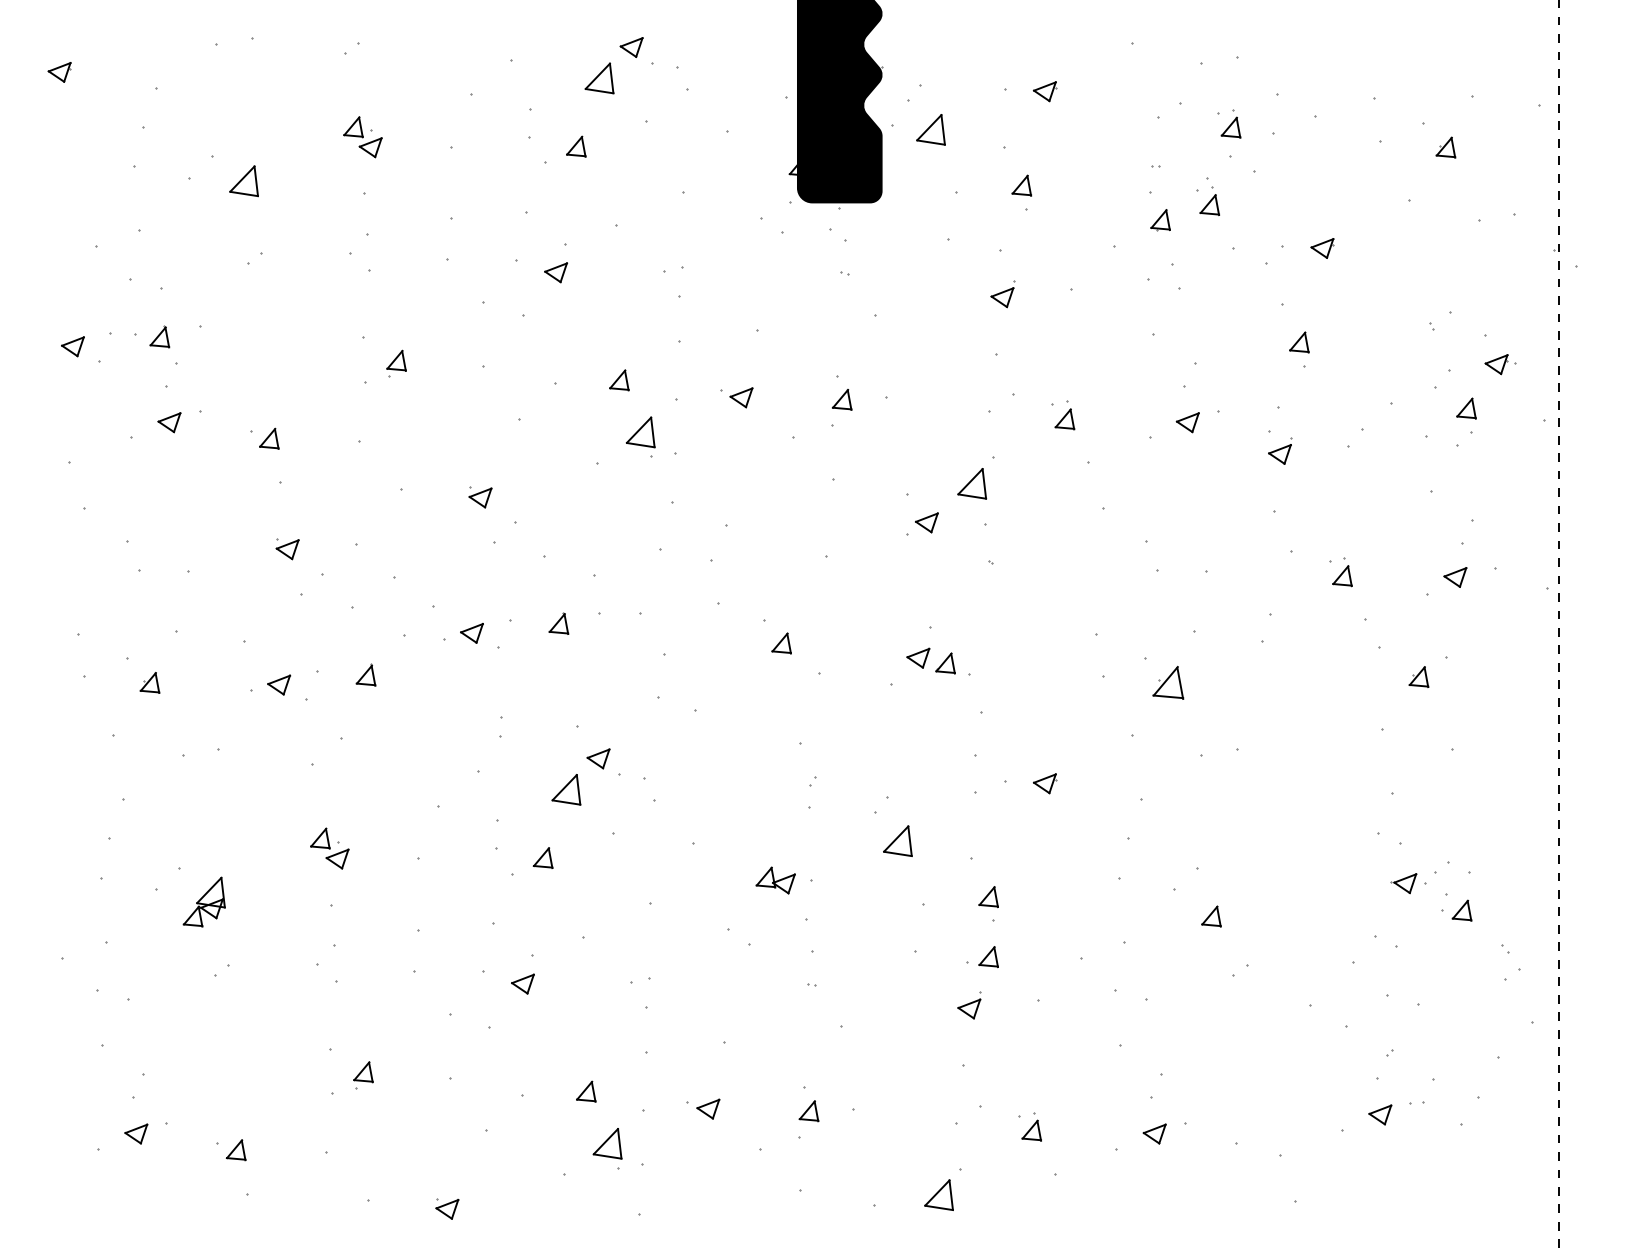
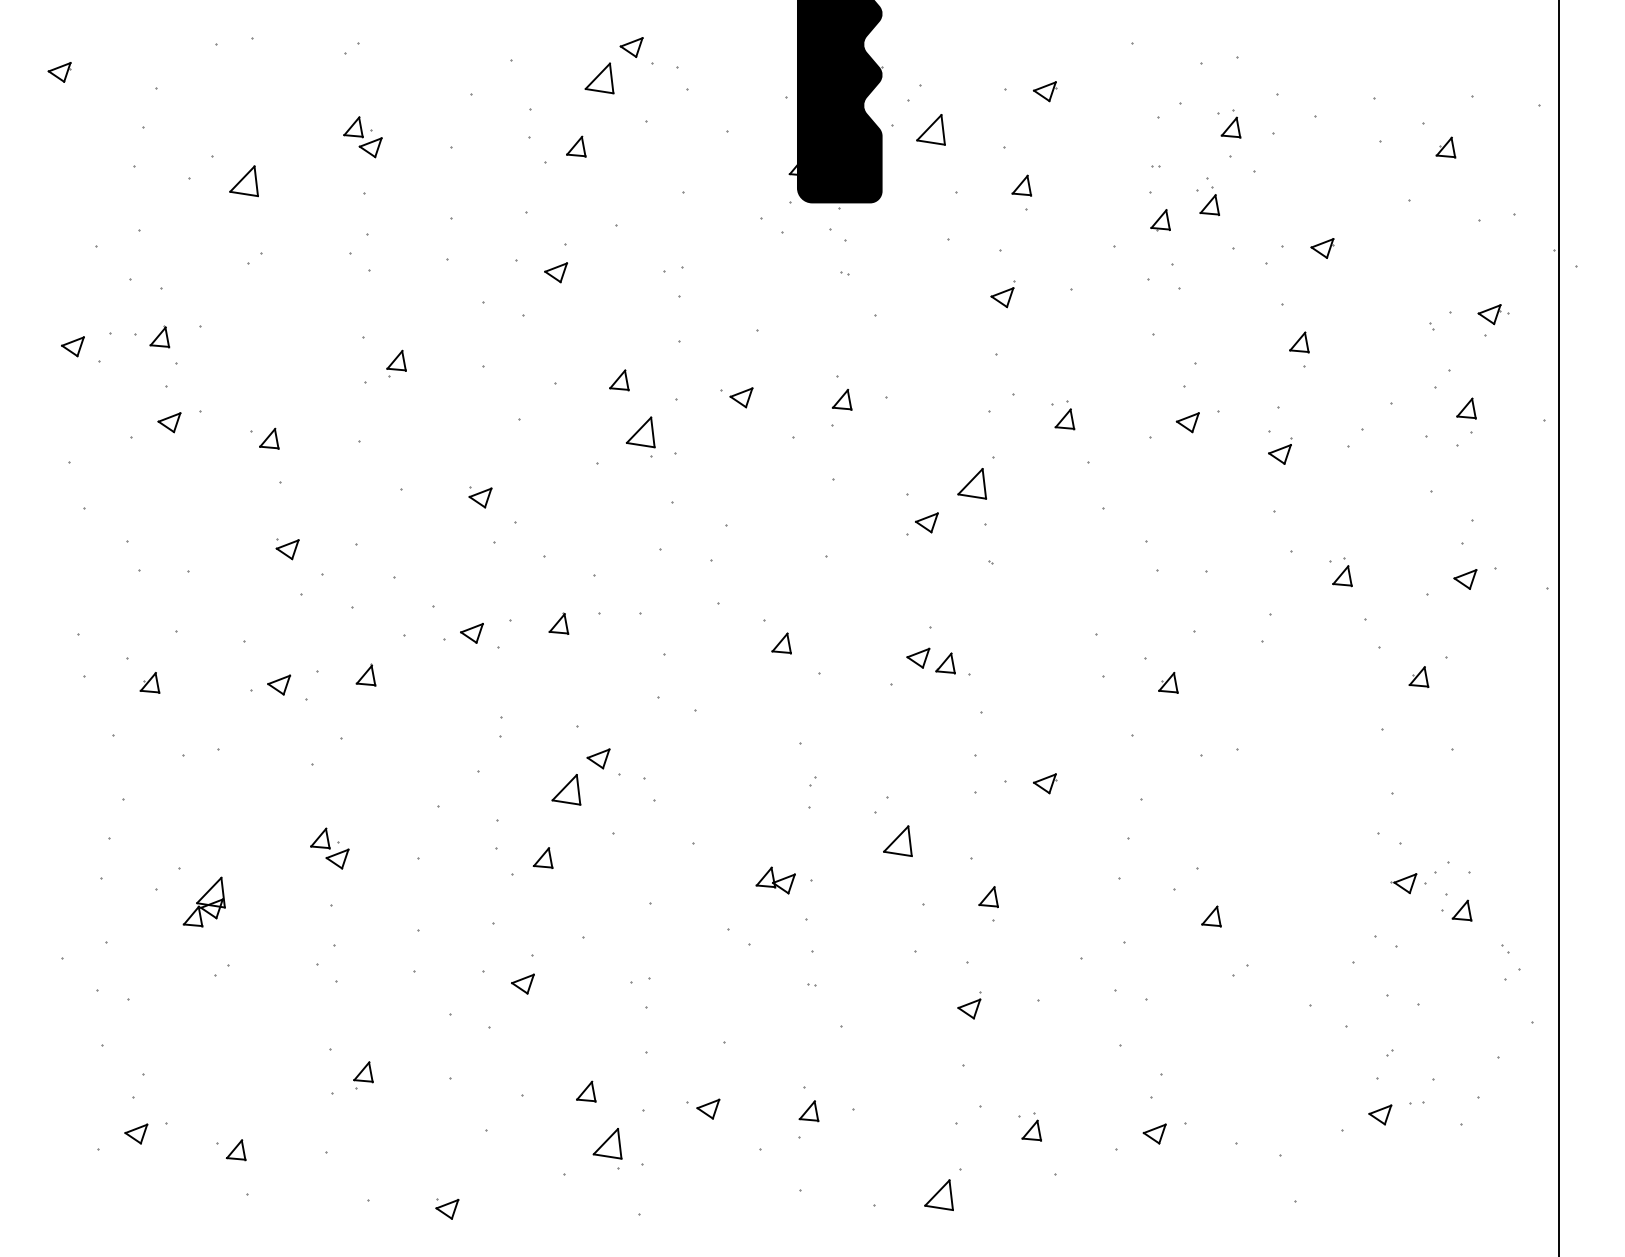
part at (1500, 364) position: (1500, 364) -> (1493, 314)
part at (1455, 577) position: (1455, 577) -> (1465, 579)
line at (1558, 628): dashed -> solid
part at (1168, 682) size: 33x34 px -> 21x22 px
part at (988, 957): present -> none
